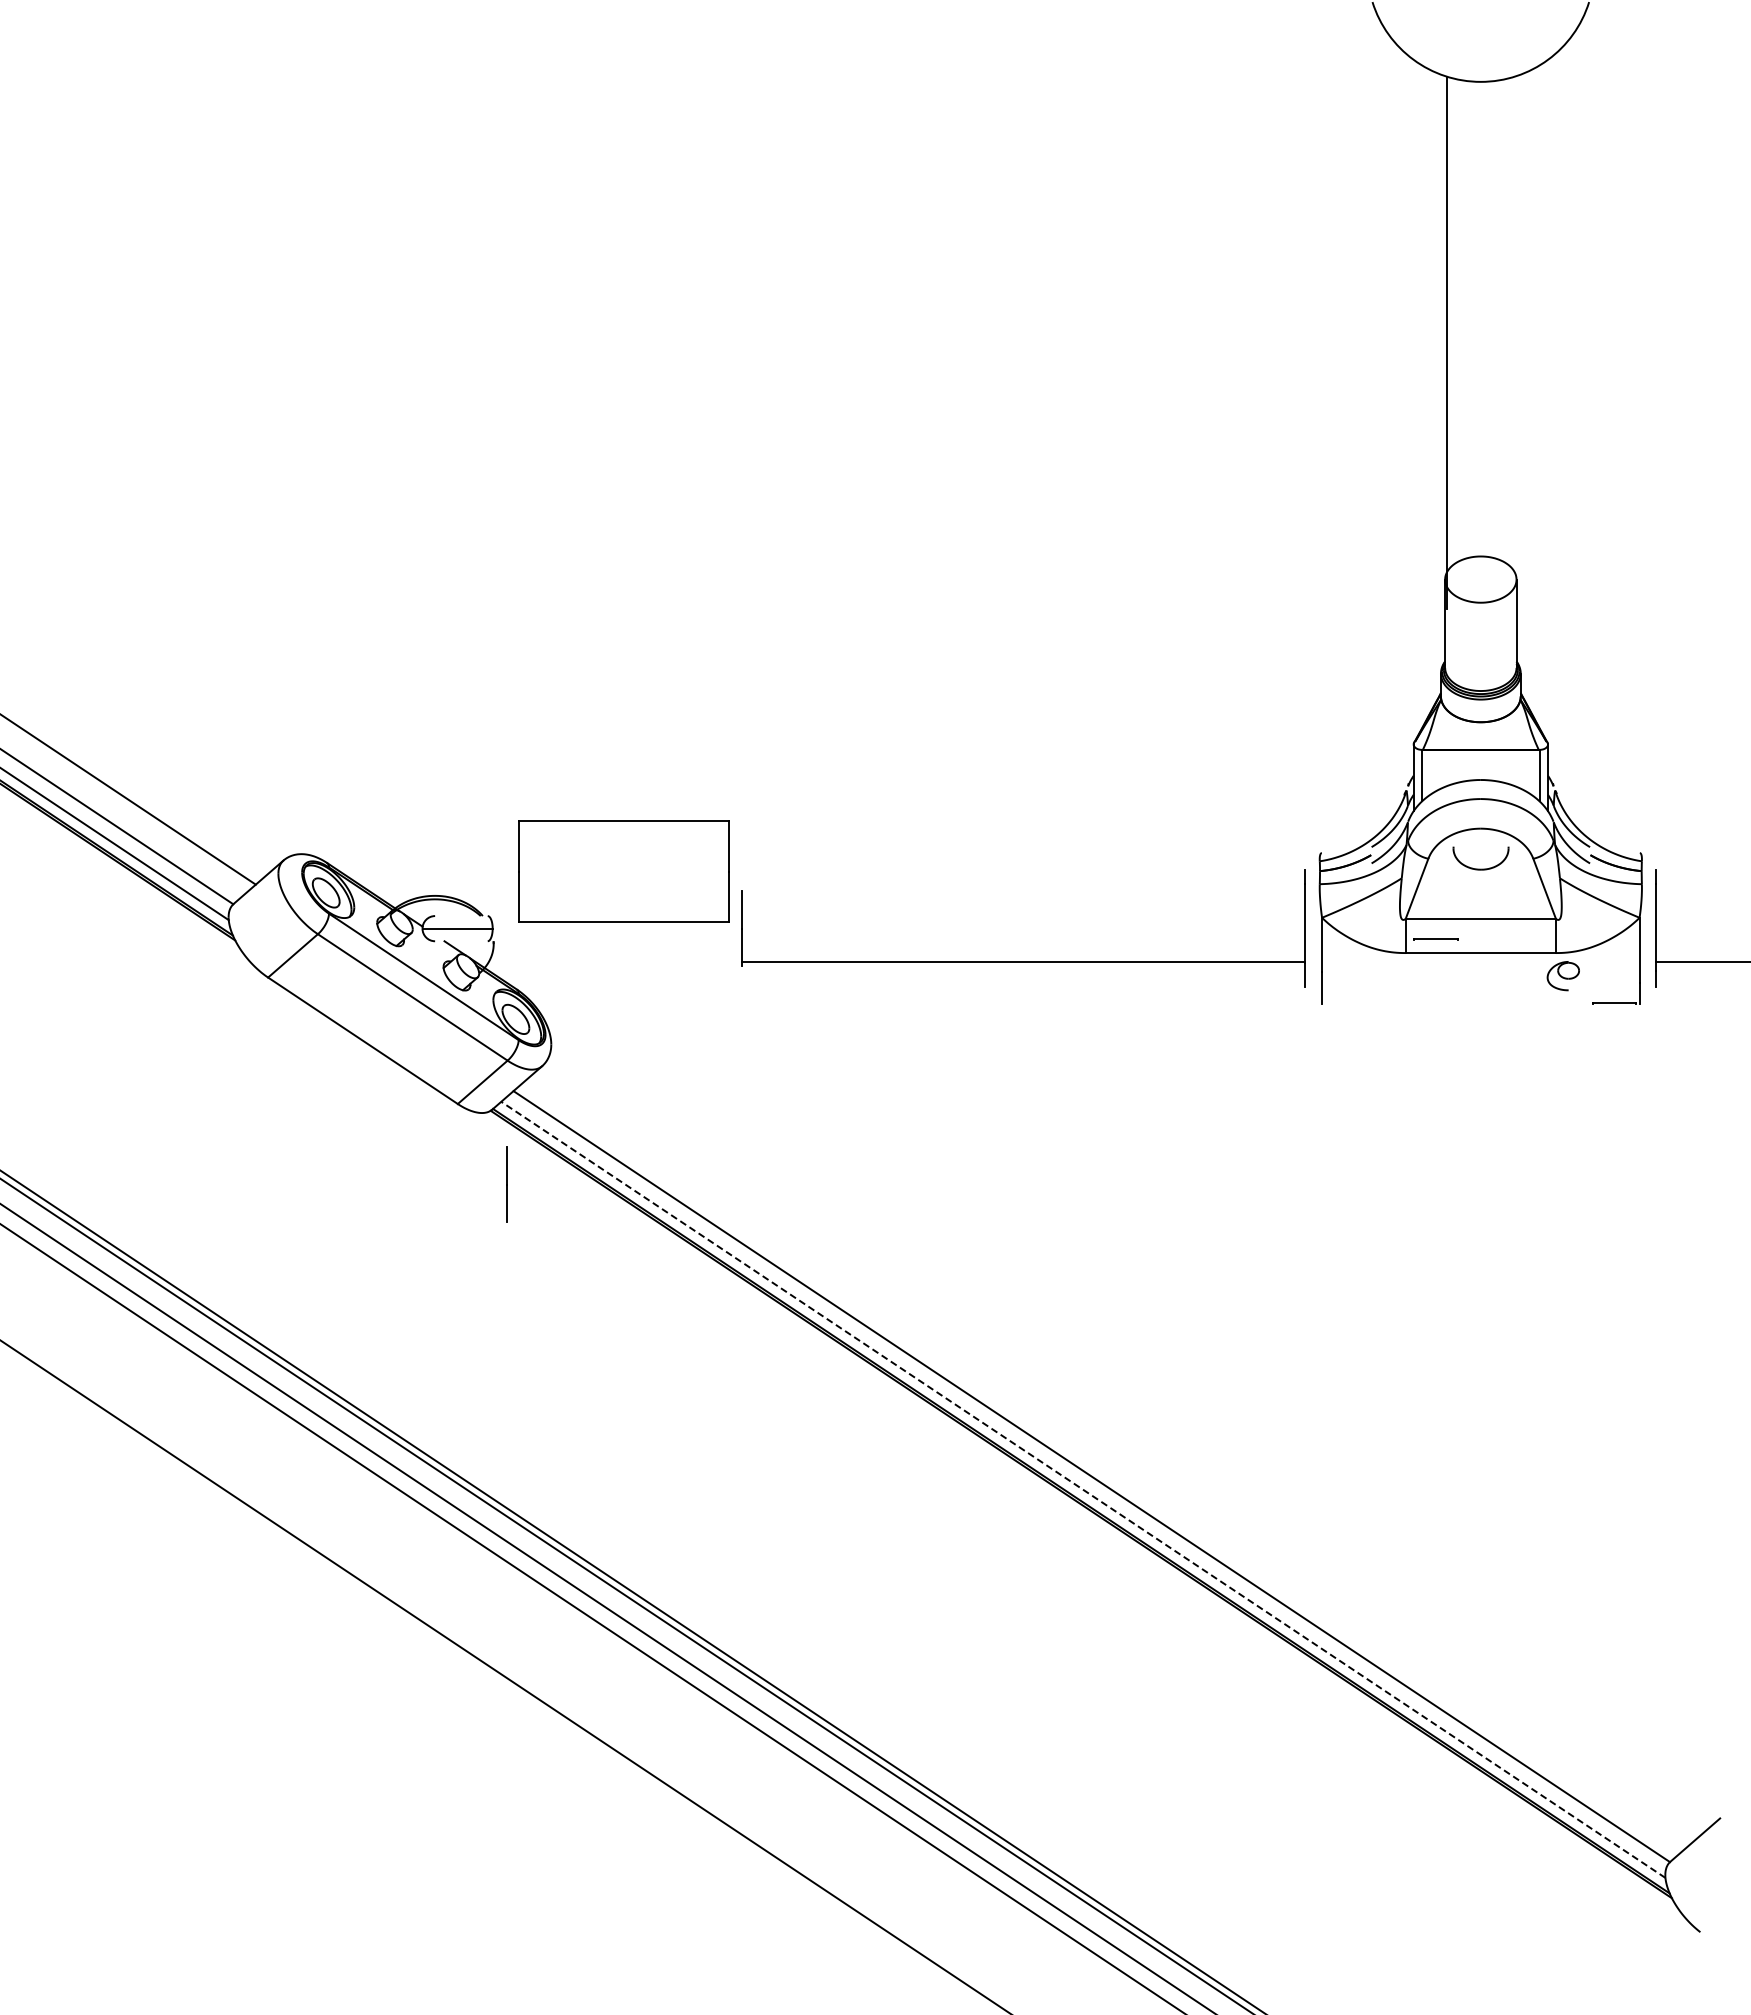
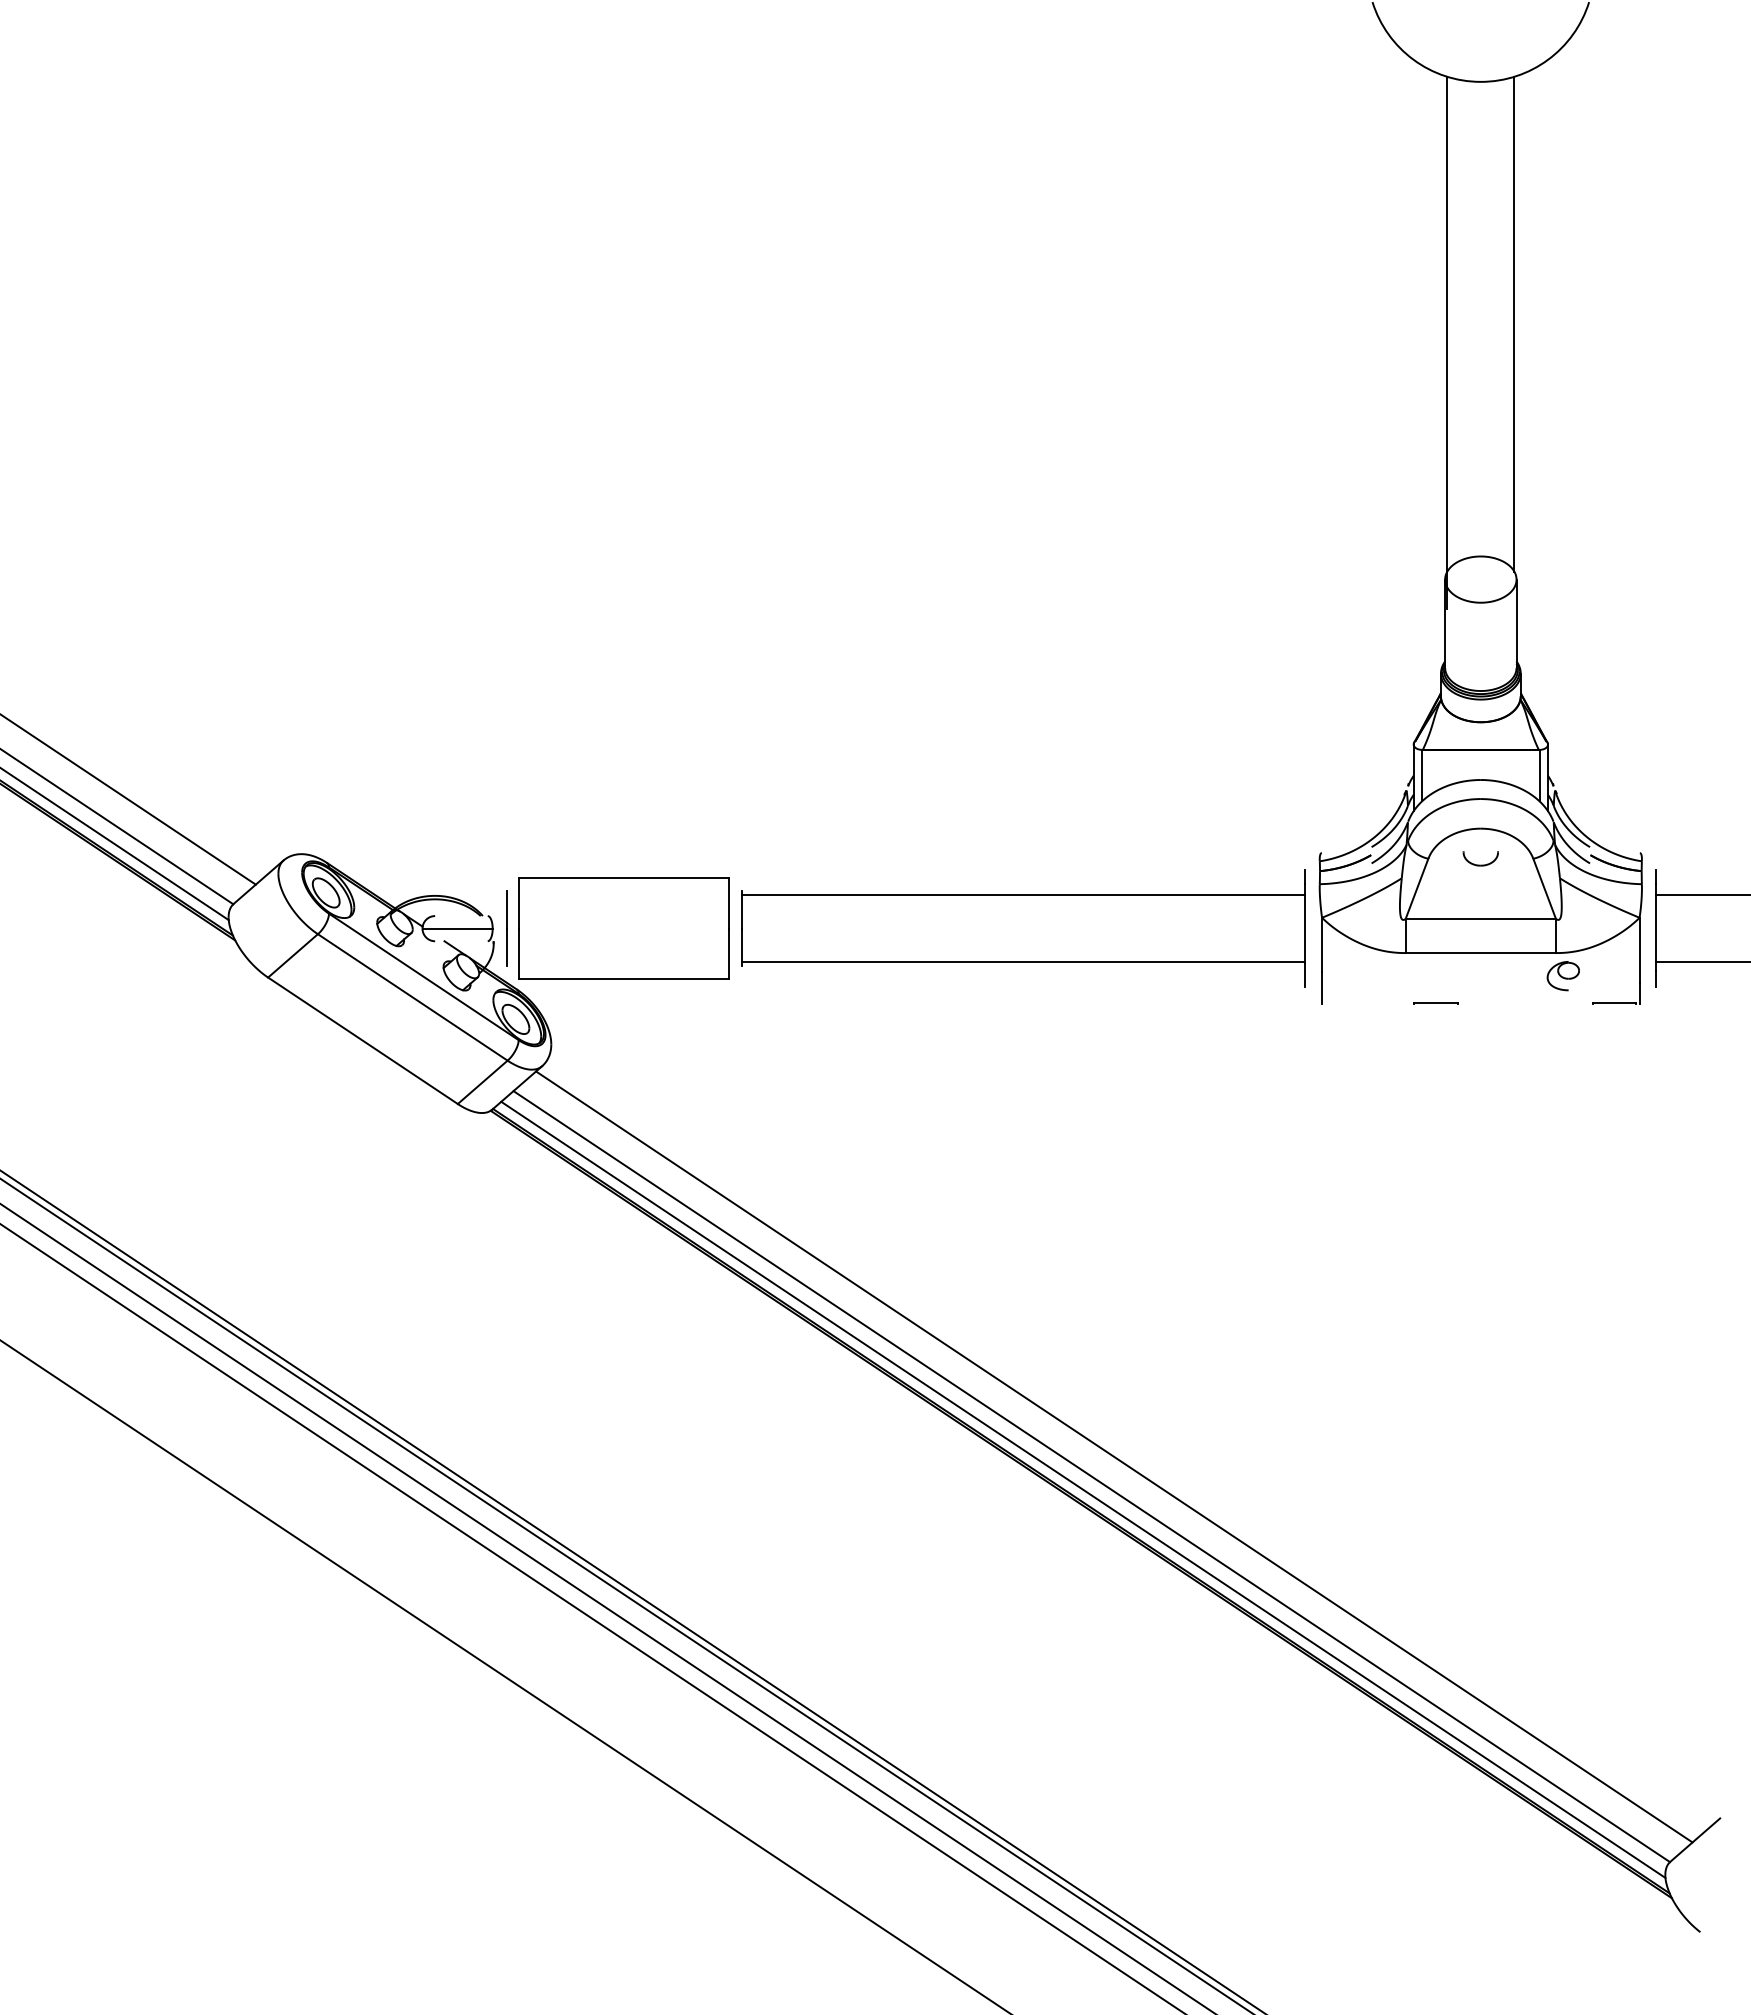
line at (1514, 323): none -> present
part at (1480, 858) size: 58x25 px -> 37x16 px
part at (623, 871) position: (623, 871) -> (623, 928)
line at (1023, 895): none -> present
line at (1701, 895): none -> present
line at (1435, 939) position: (1435, 939) -> (1435, 1003)
line at (506, 1184) position: (506, 1184) -> (506, 928)
line at (1114, 1456): none -> present
line at (1083, 1489): dashed -> solid
